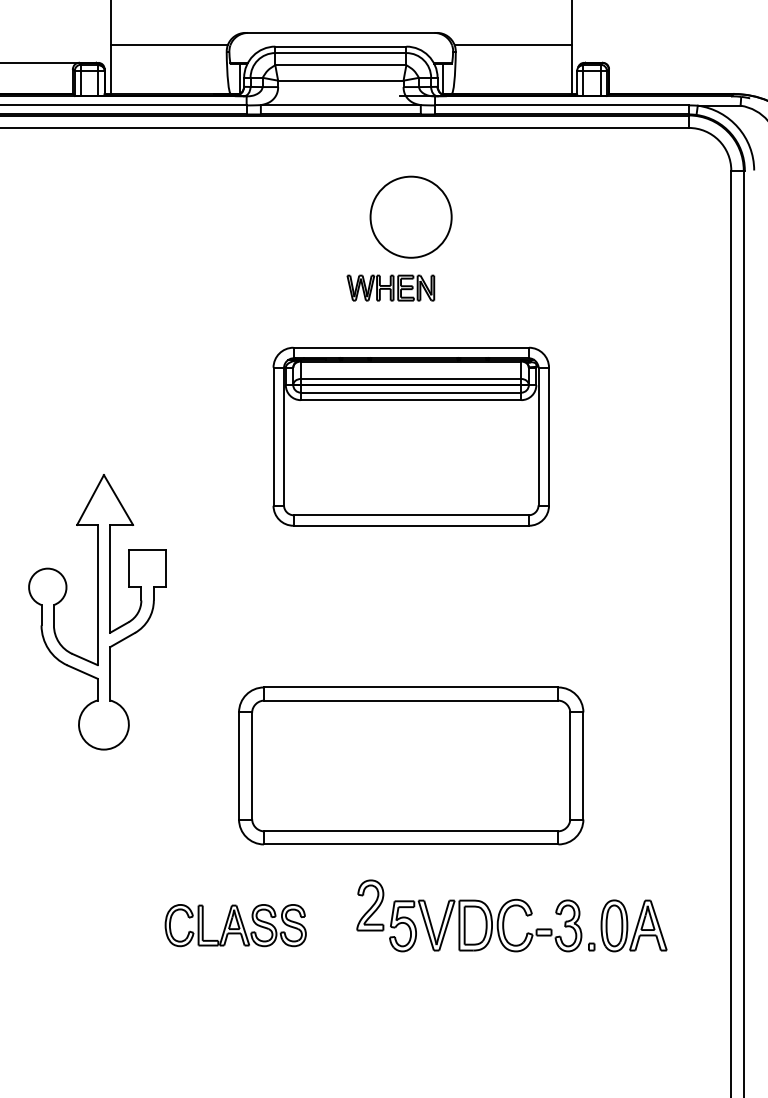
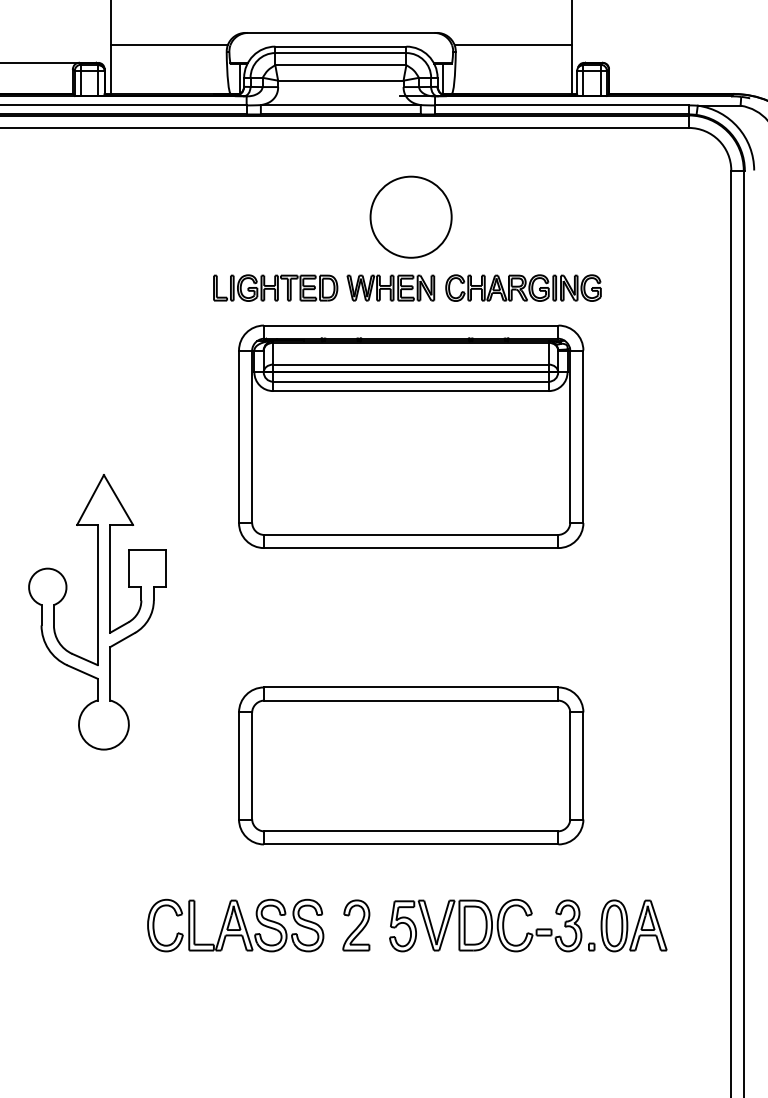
part at (275, 287): none -> present
part at (523, 287): none -> present
part at (410, 436) size: 278x181 px -> 347x225 px
part at (370, 905) position: (370, 905) -> (356, 925)
part at (235, 925) size: 143x44 px -> 178x55 px
